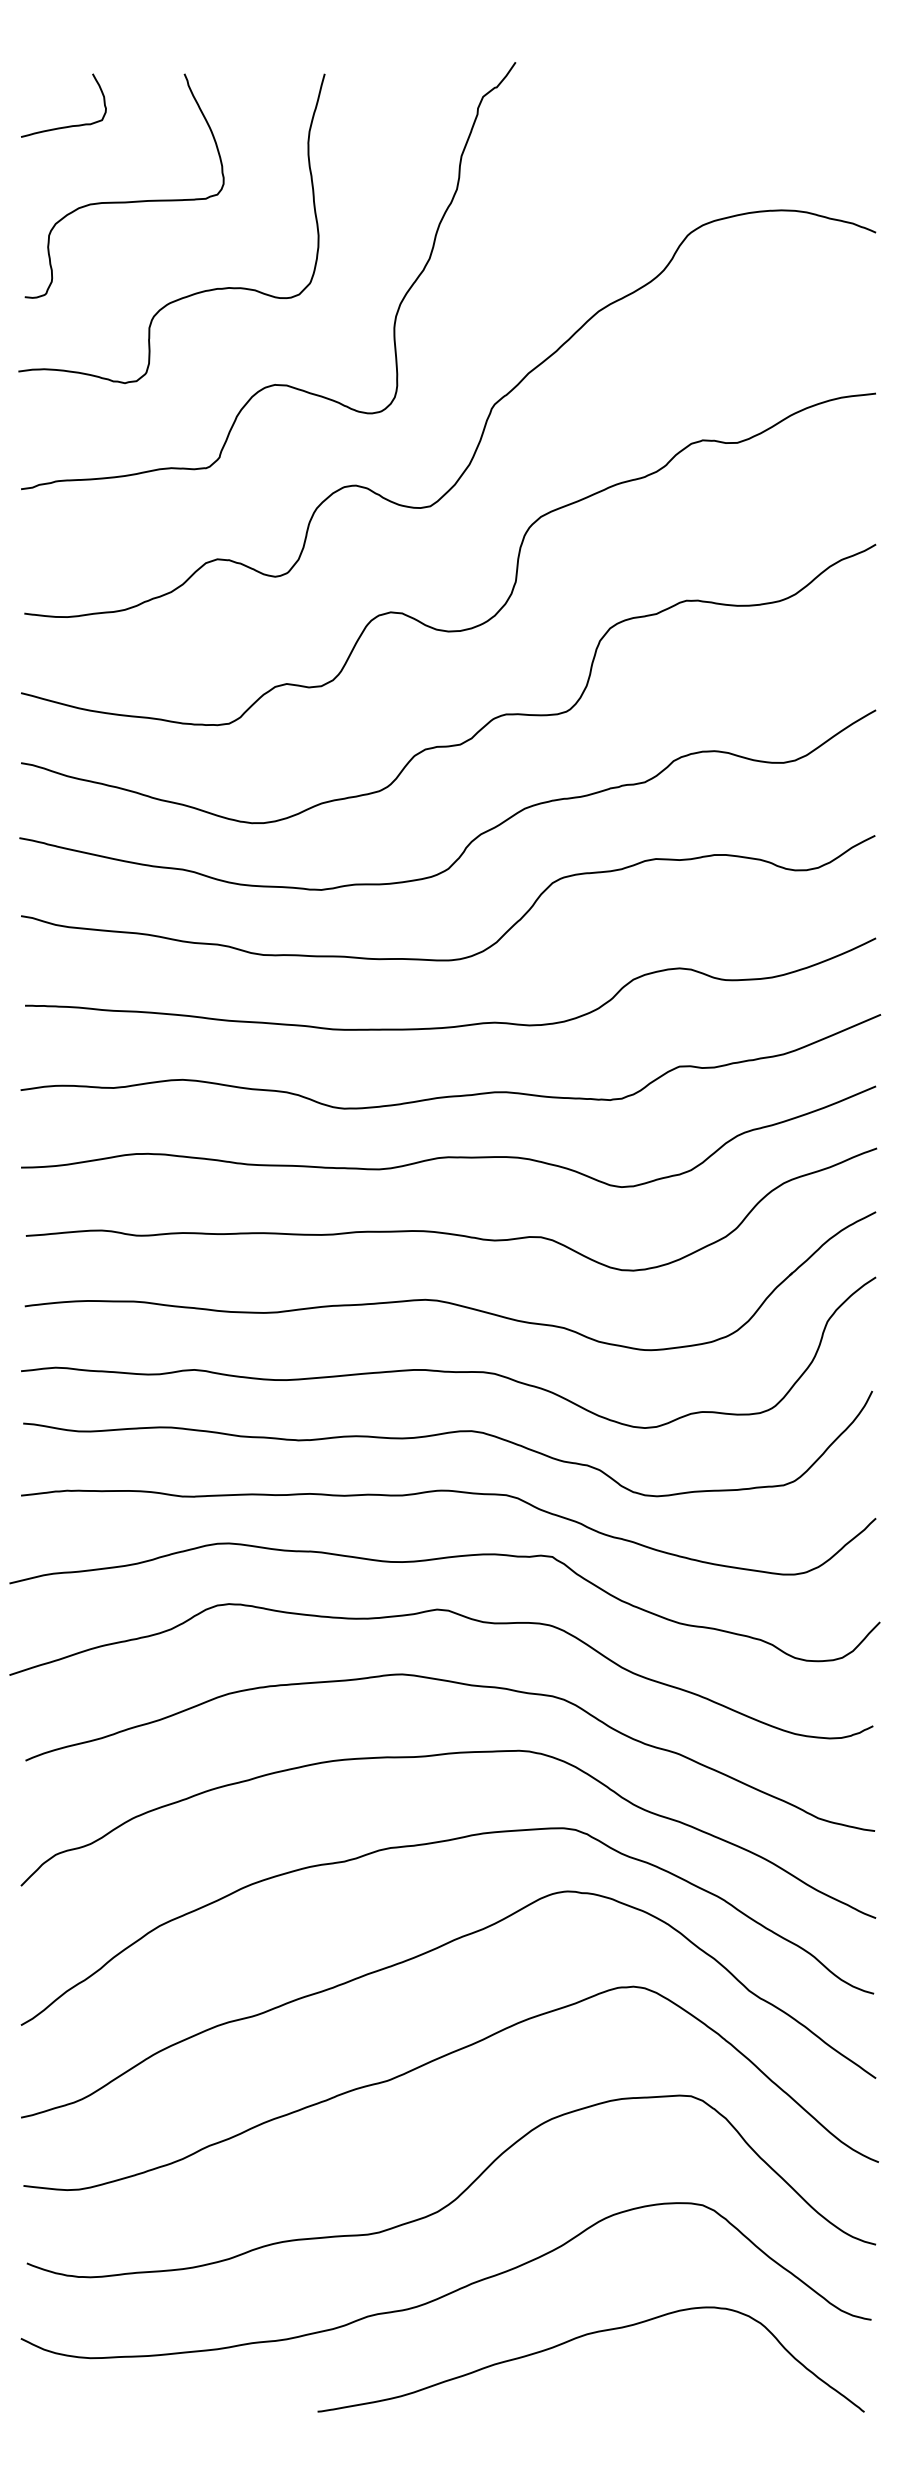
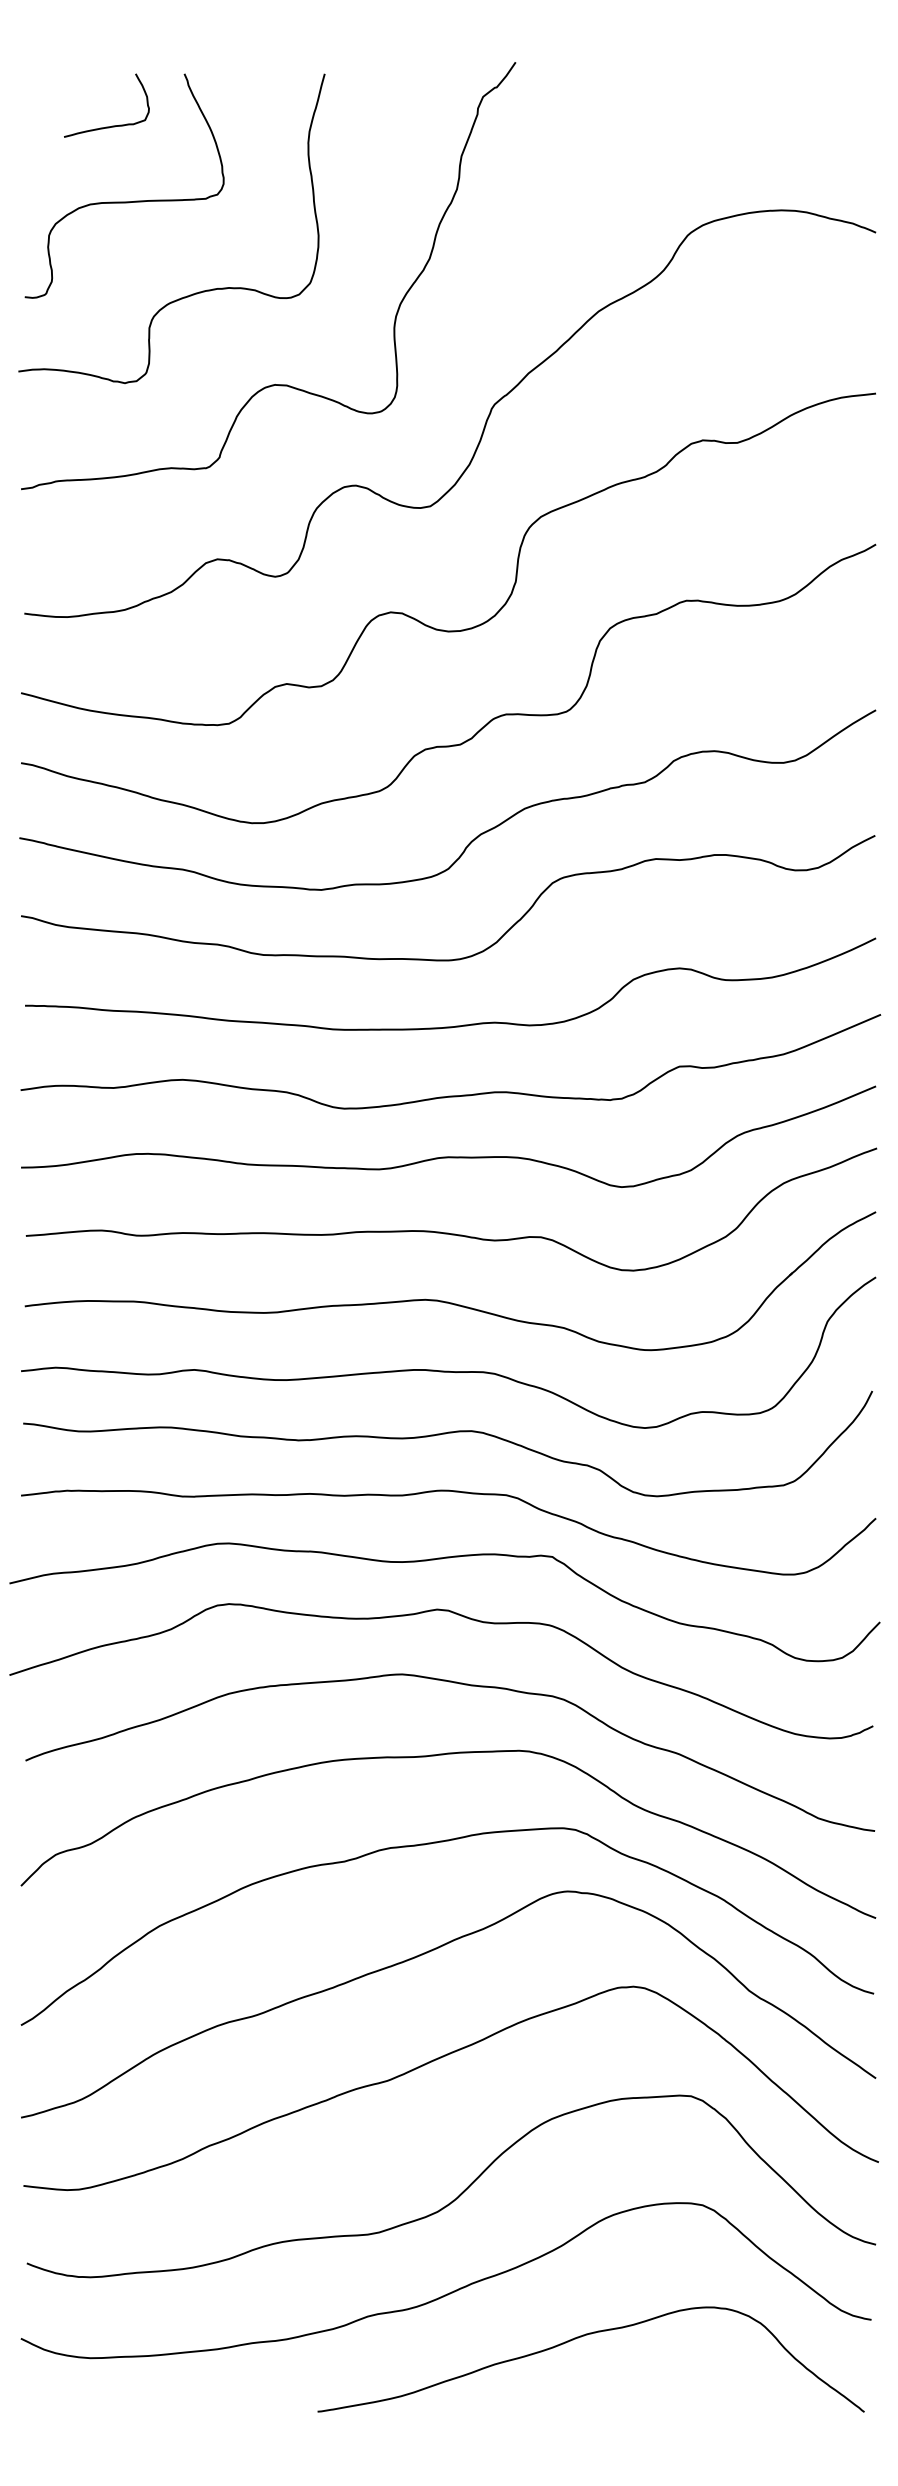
curve at (69, 125) position: (69, 125) -> (112, 125)
